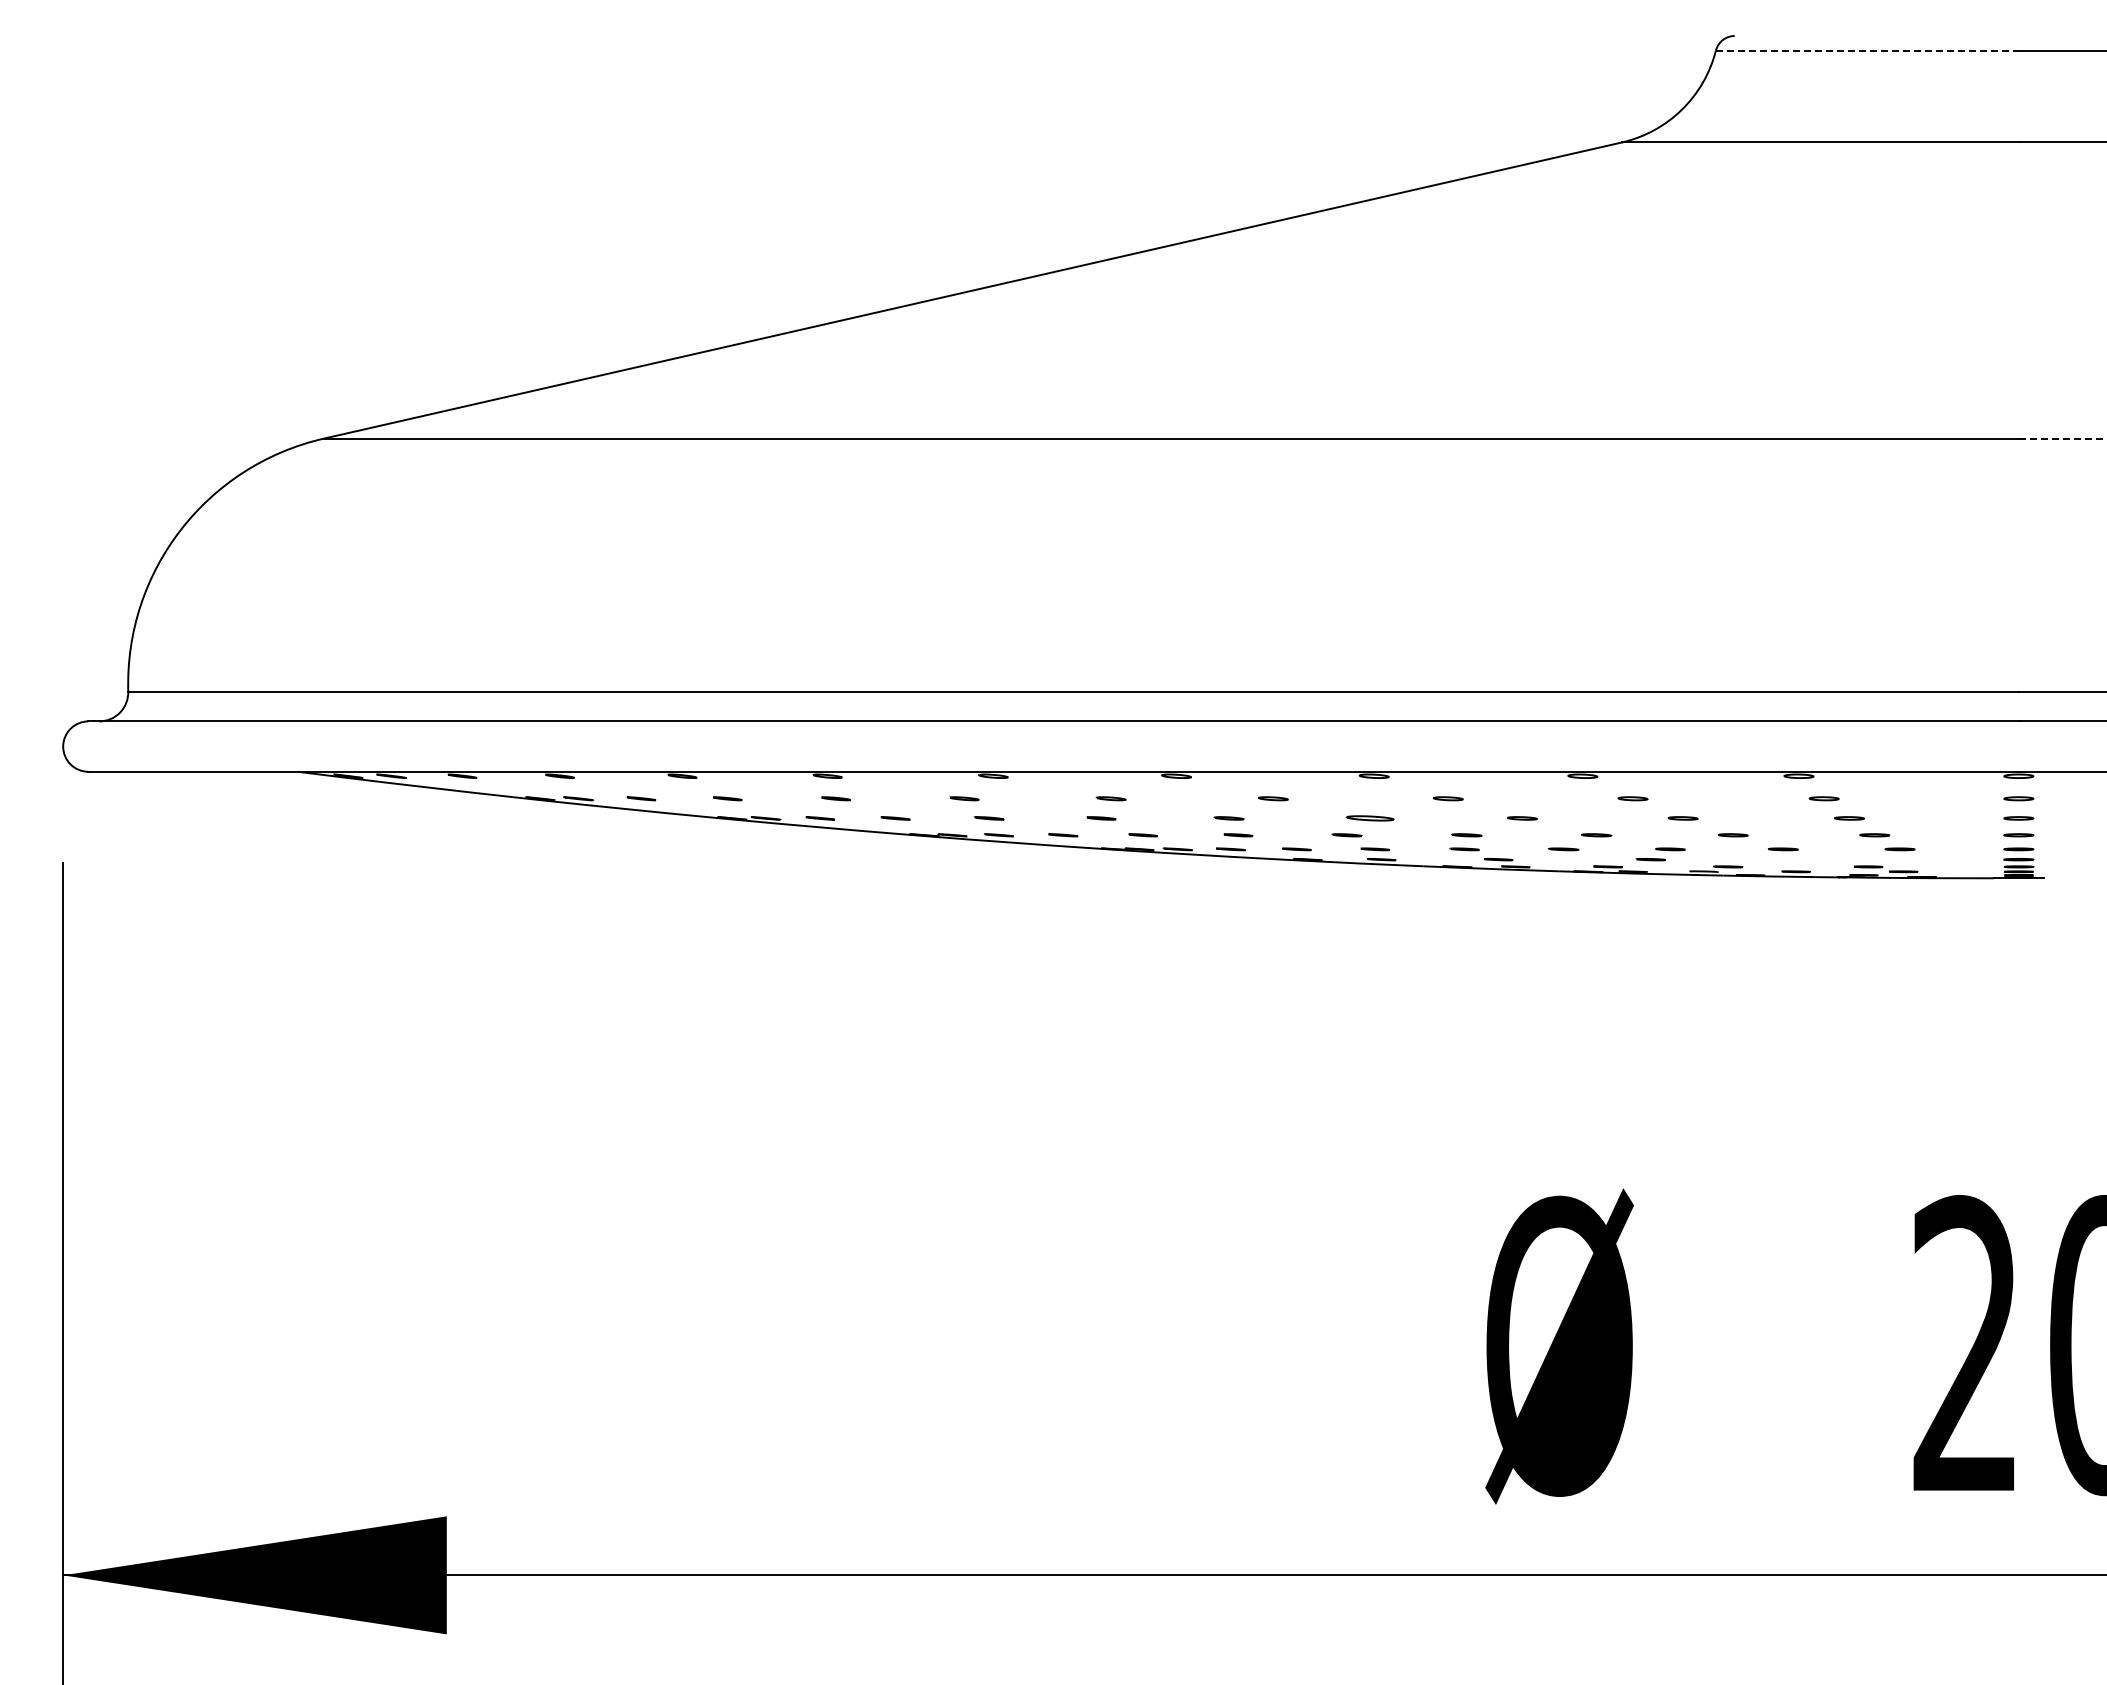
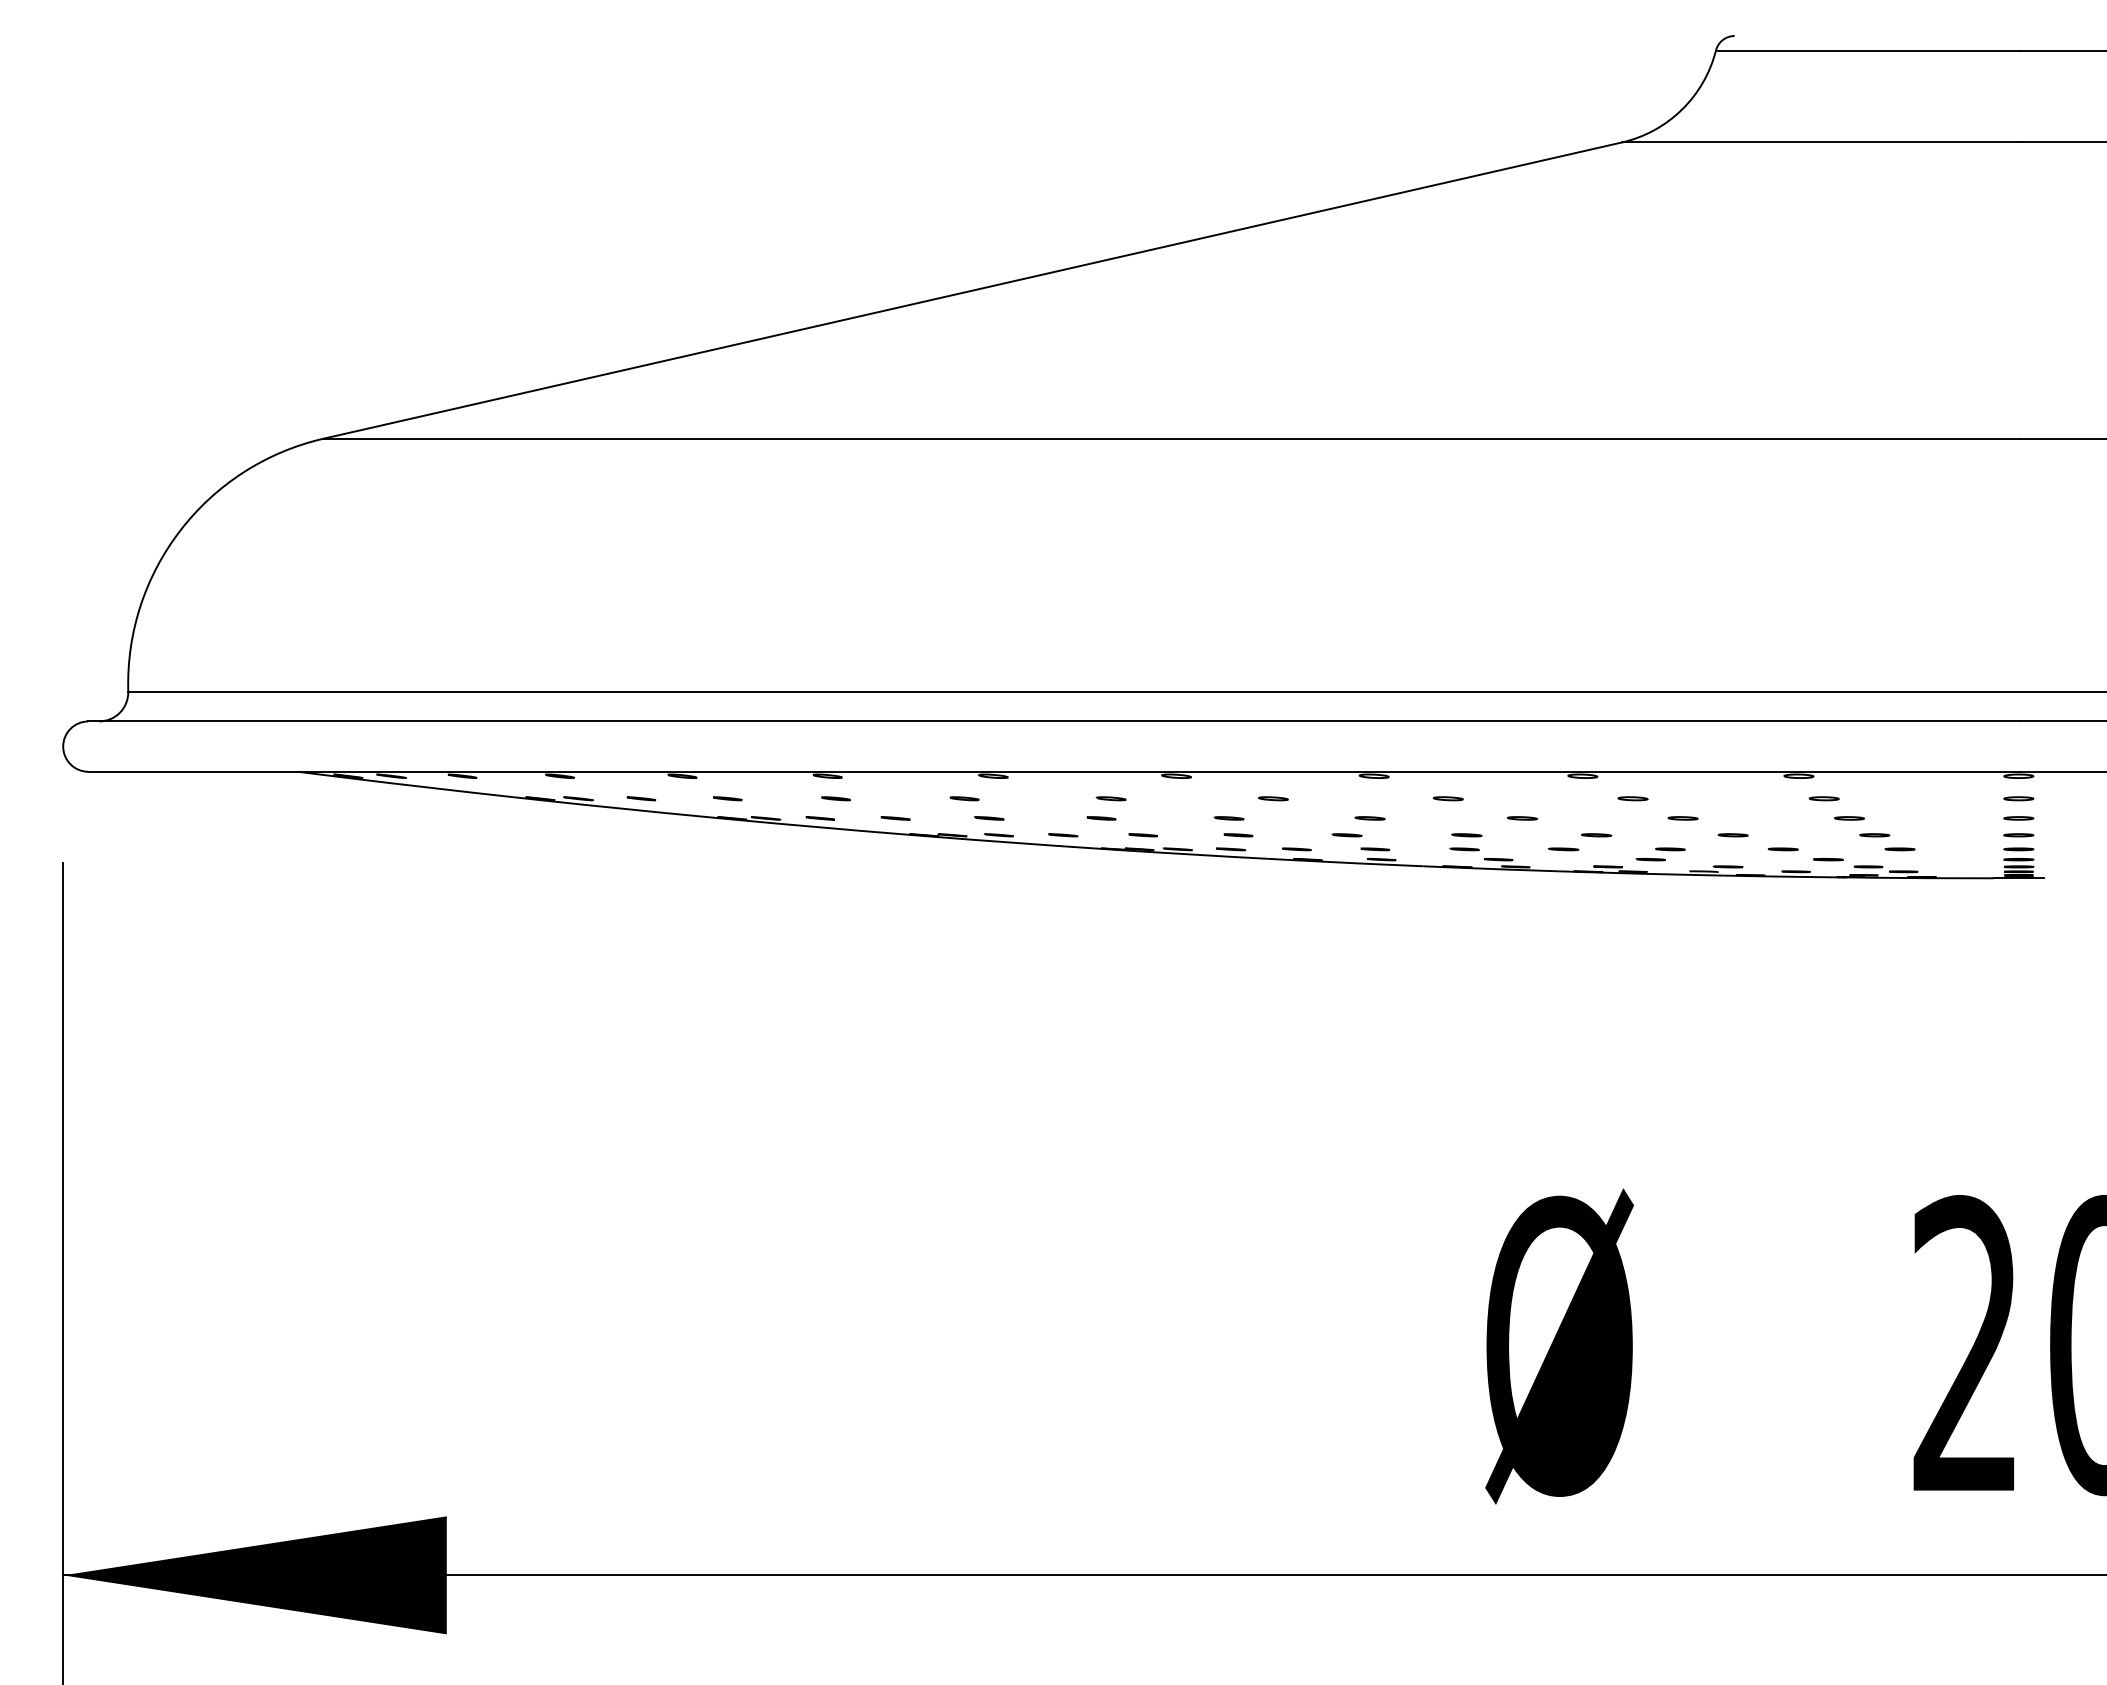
line at (1867, 50): dashed -> solid
line at (2062, 438): dashed -> solid
part at (1370, 818) size: 49x7 px -> 32x5 px
line at (1828, 859): none -> present
